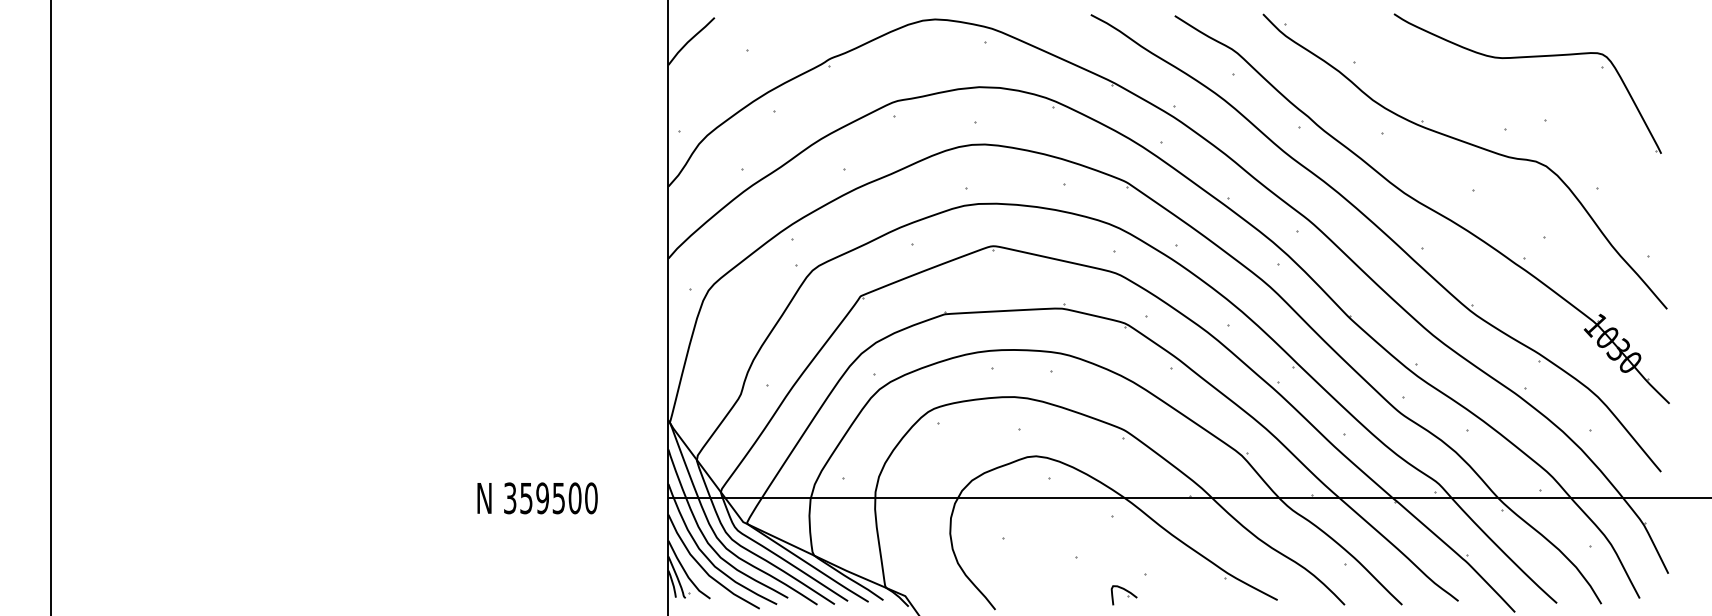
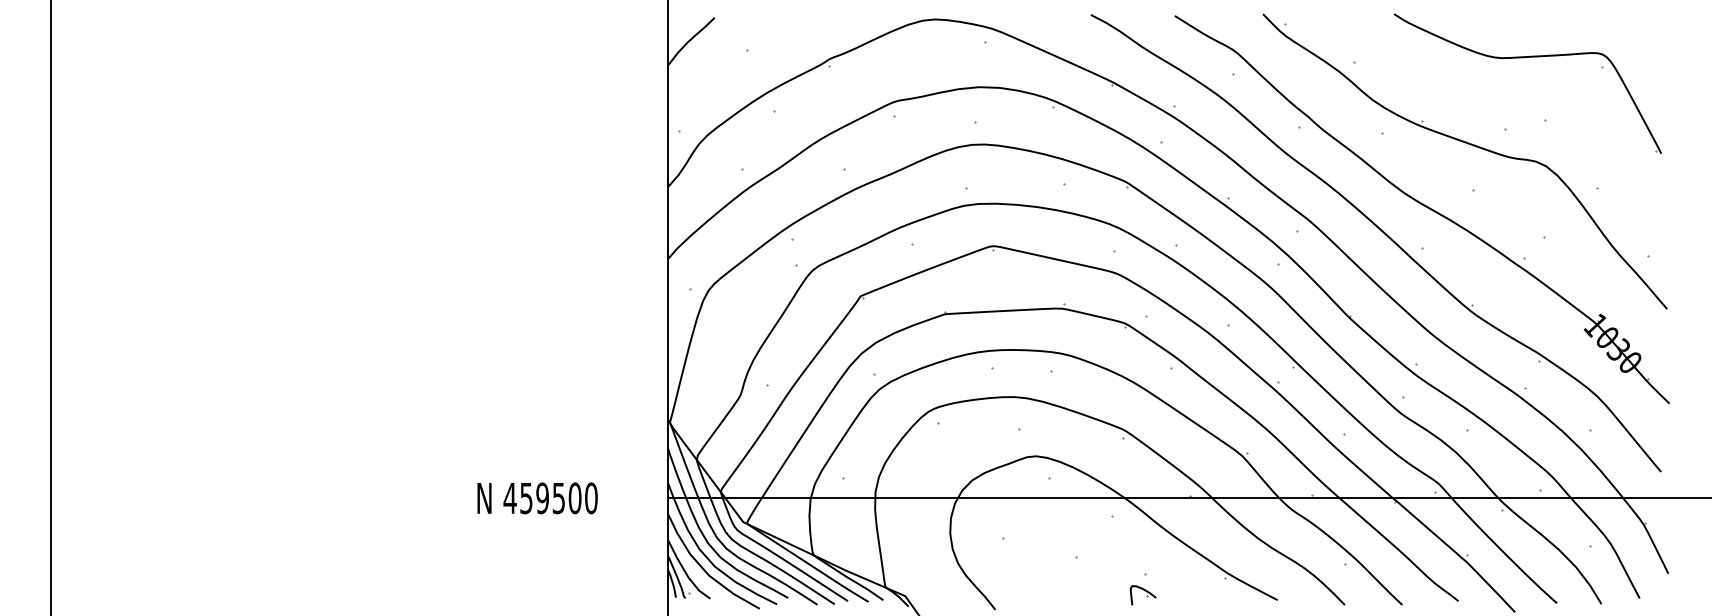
text at (509, 498): 359500 -> 459500
part at (1123, 595) position: (1123, 595) -> (1142, 595)
